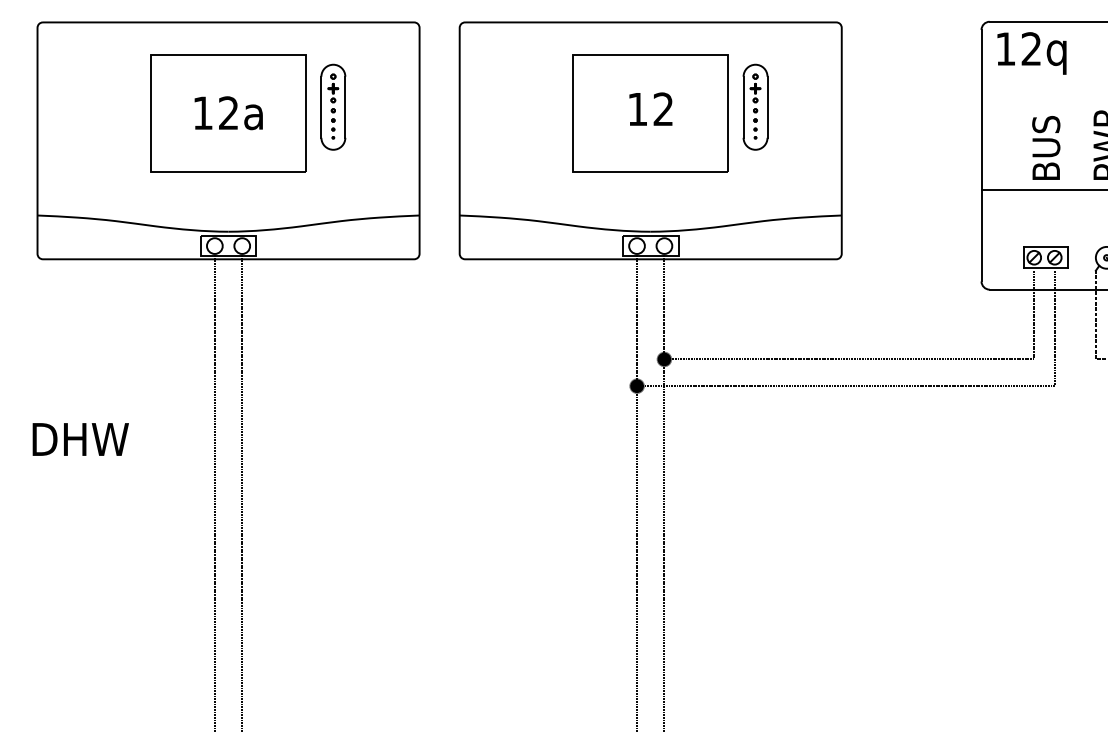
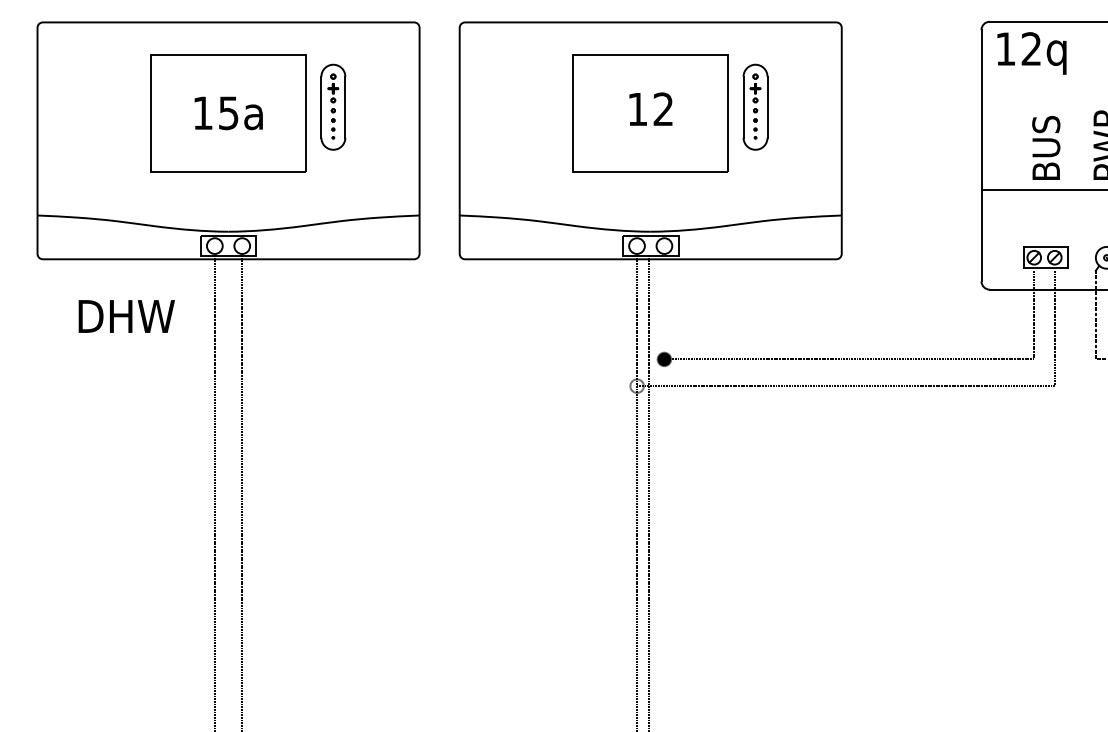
text at (228, 113): 12a -> 15a
fill at (636, 385): present -> none
text at (80, 439) position: (80, 439) -> (126, 316)
line at (664, 490) position: (664, 490) -> (649, 490)
